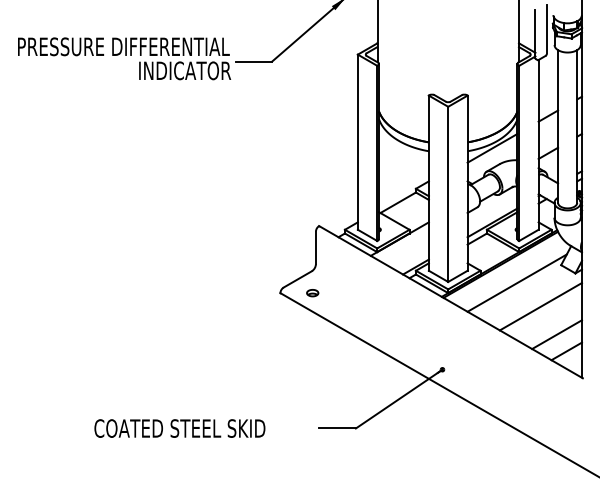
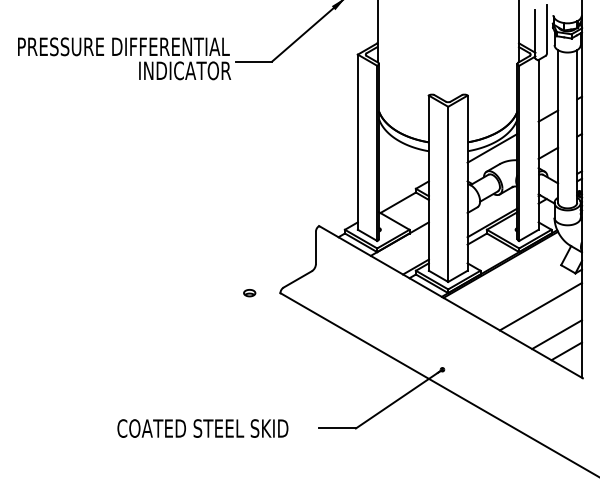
line at (516, 282): present -> none
part at (312, 293) position: (312, 293) -> (249, 293)
text at (179, 428) position: (179, 428) -> (202, 428)
